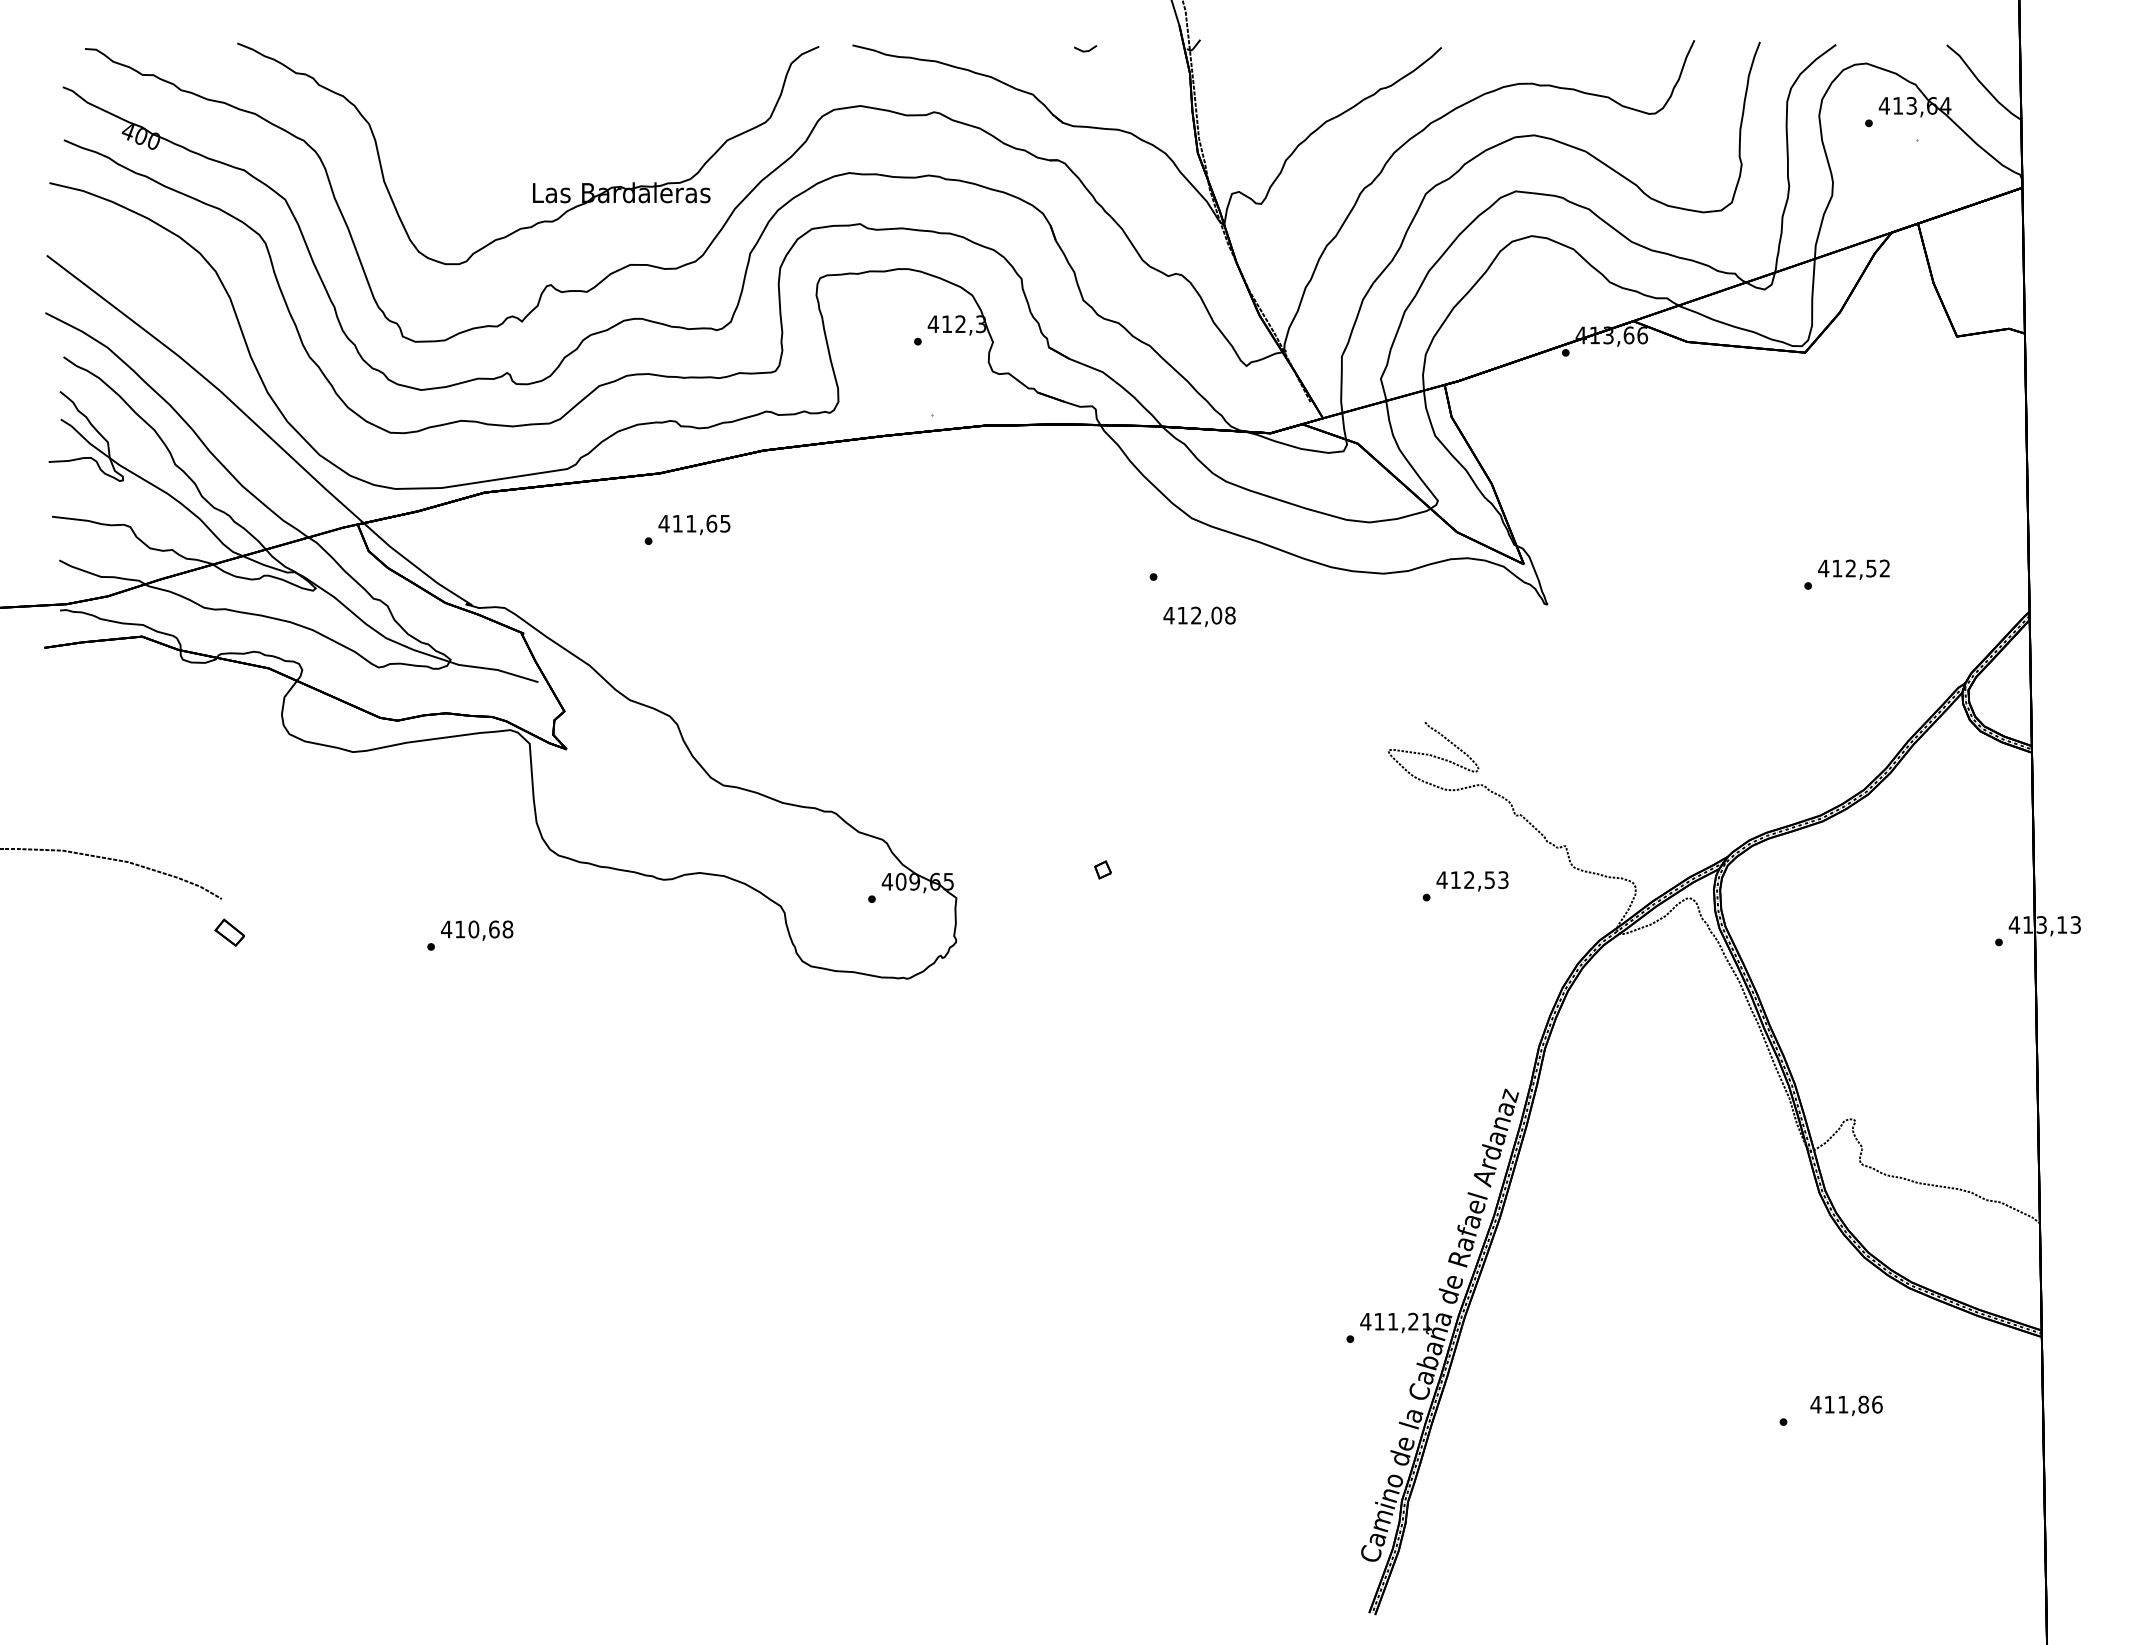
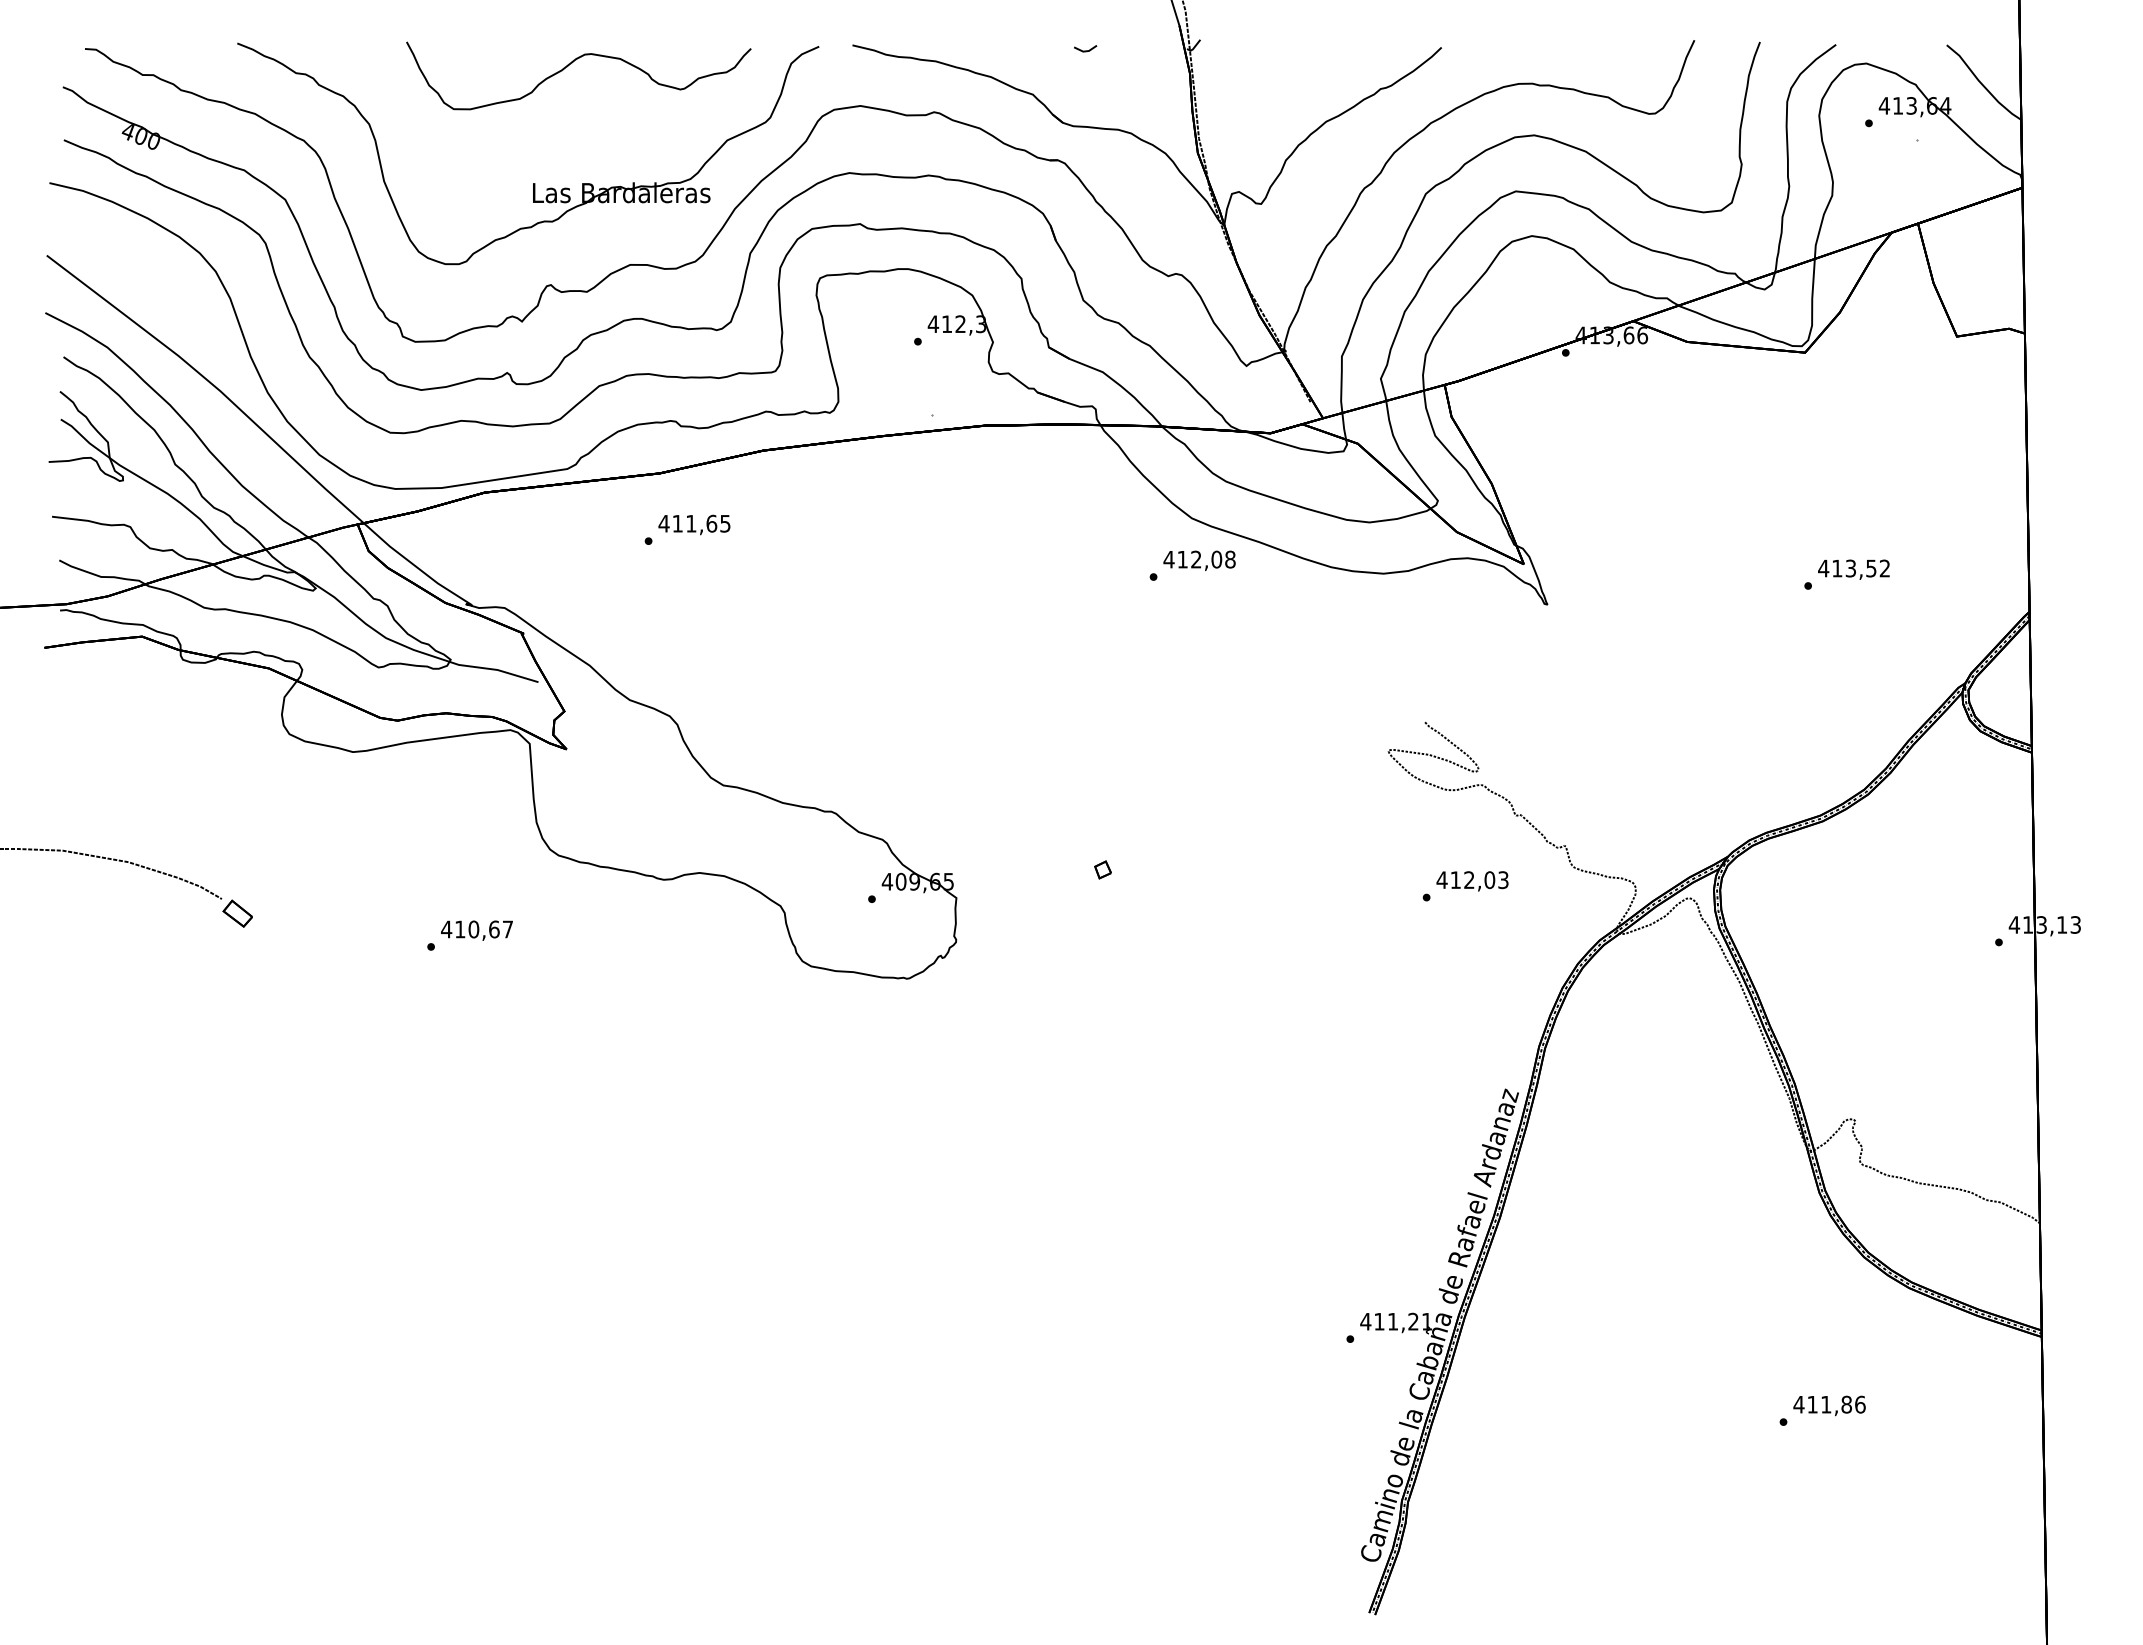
curve at (572, 63): none -> present
text at (1850, 568): 412,52 -> 413,52
text at (1199, 616) position: (1199, 616) -> (1199, 560)
text at (1489, 880): 412,53 -> 412,03
text at (507, 929): 410,68 -> 410,67
part at (229, 932) position: (229, 932) -> (237, 913)
text at (1846, 1405) position: (1846, 1405) -> (1829, 1405)
